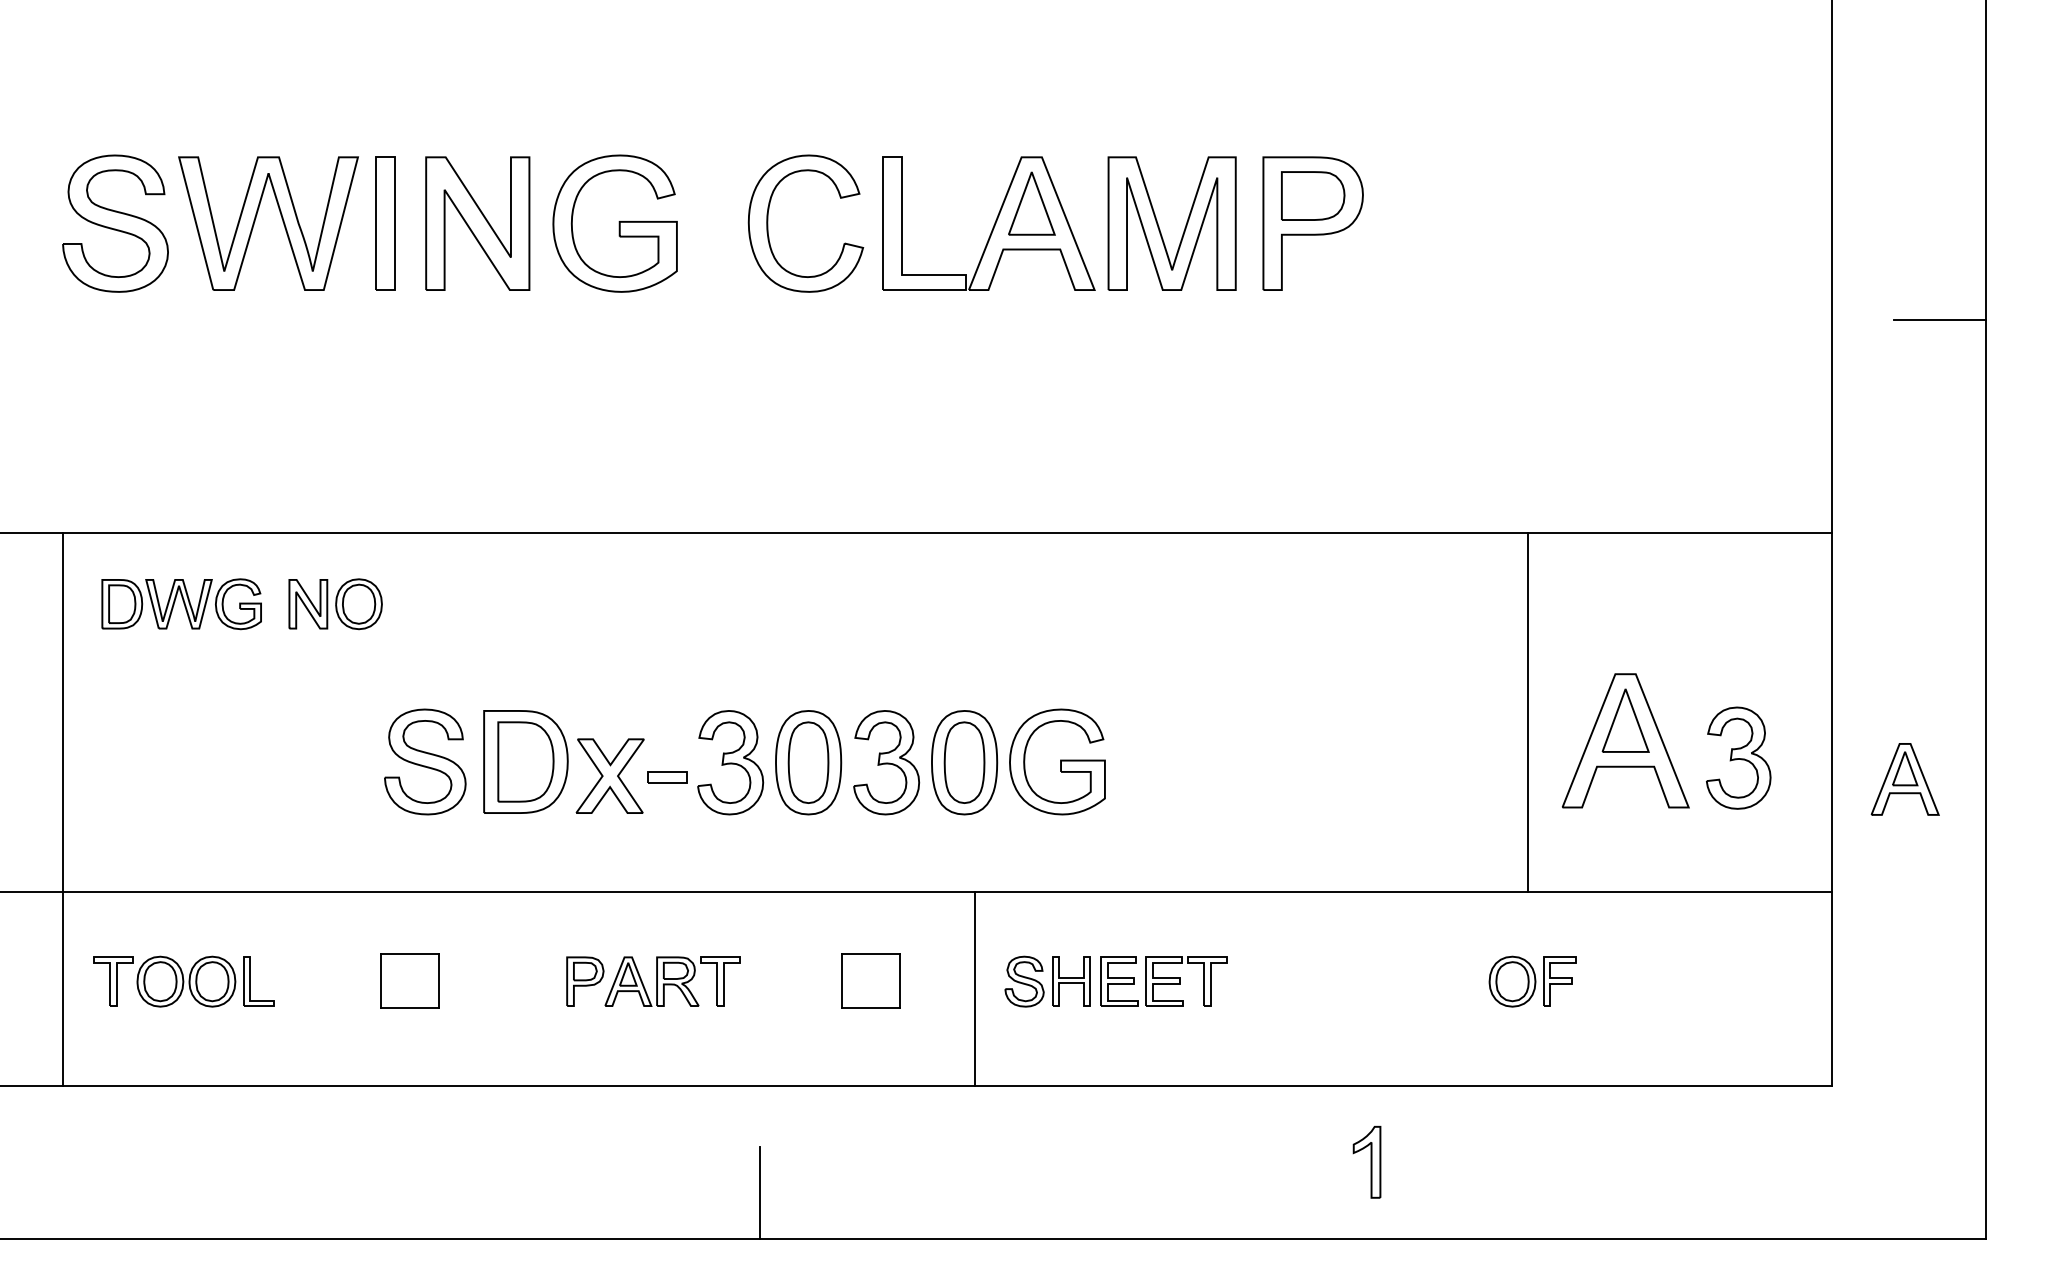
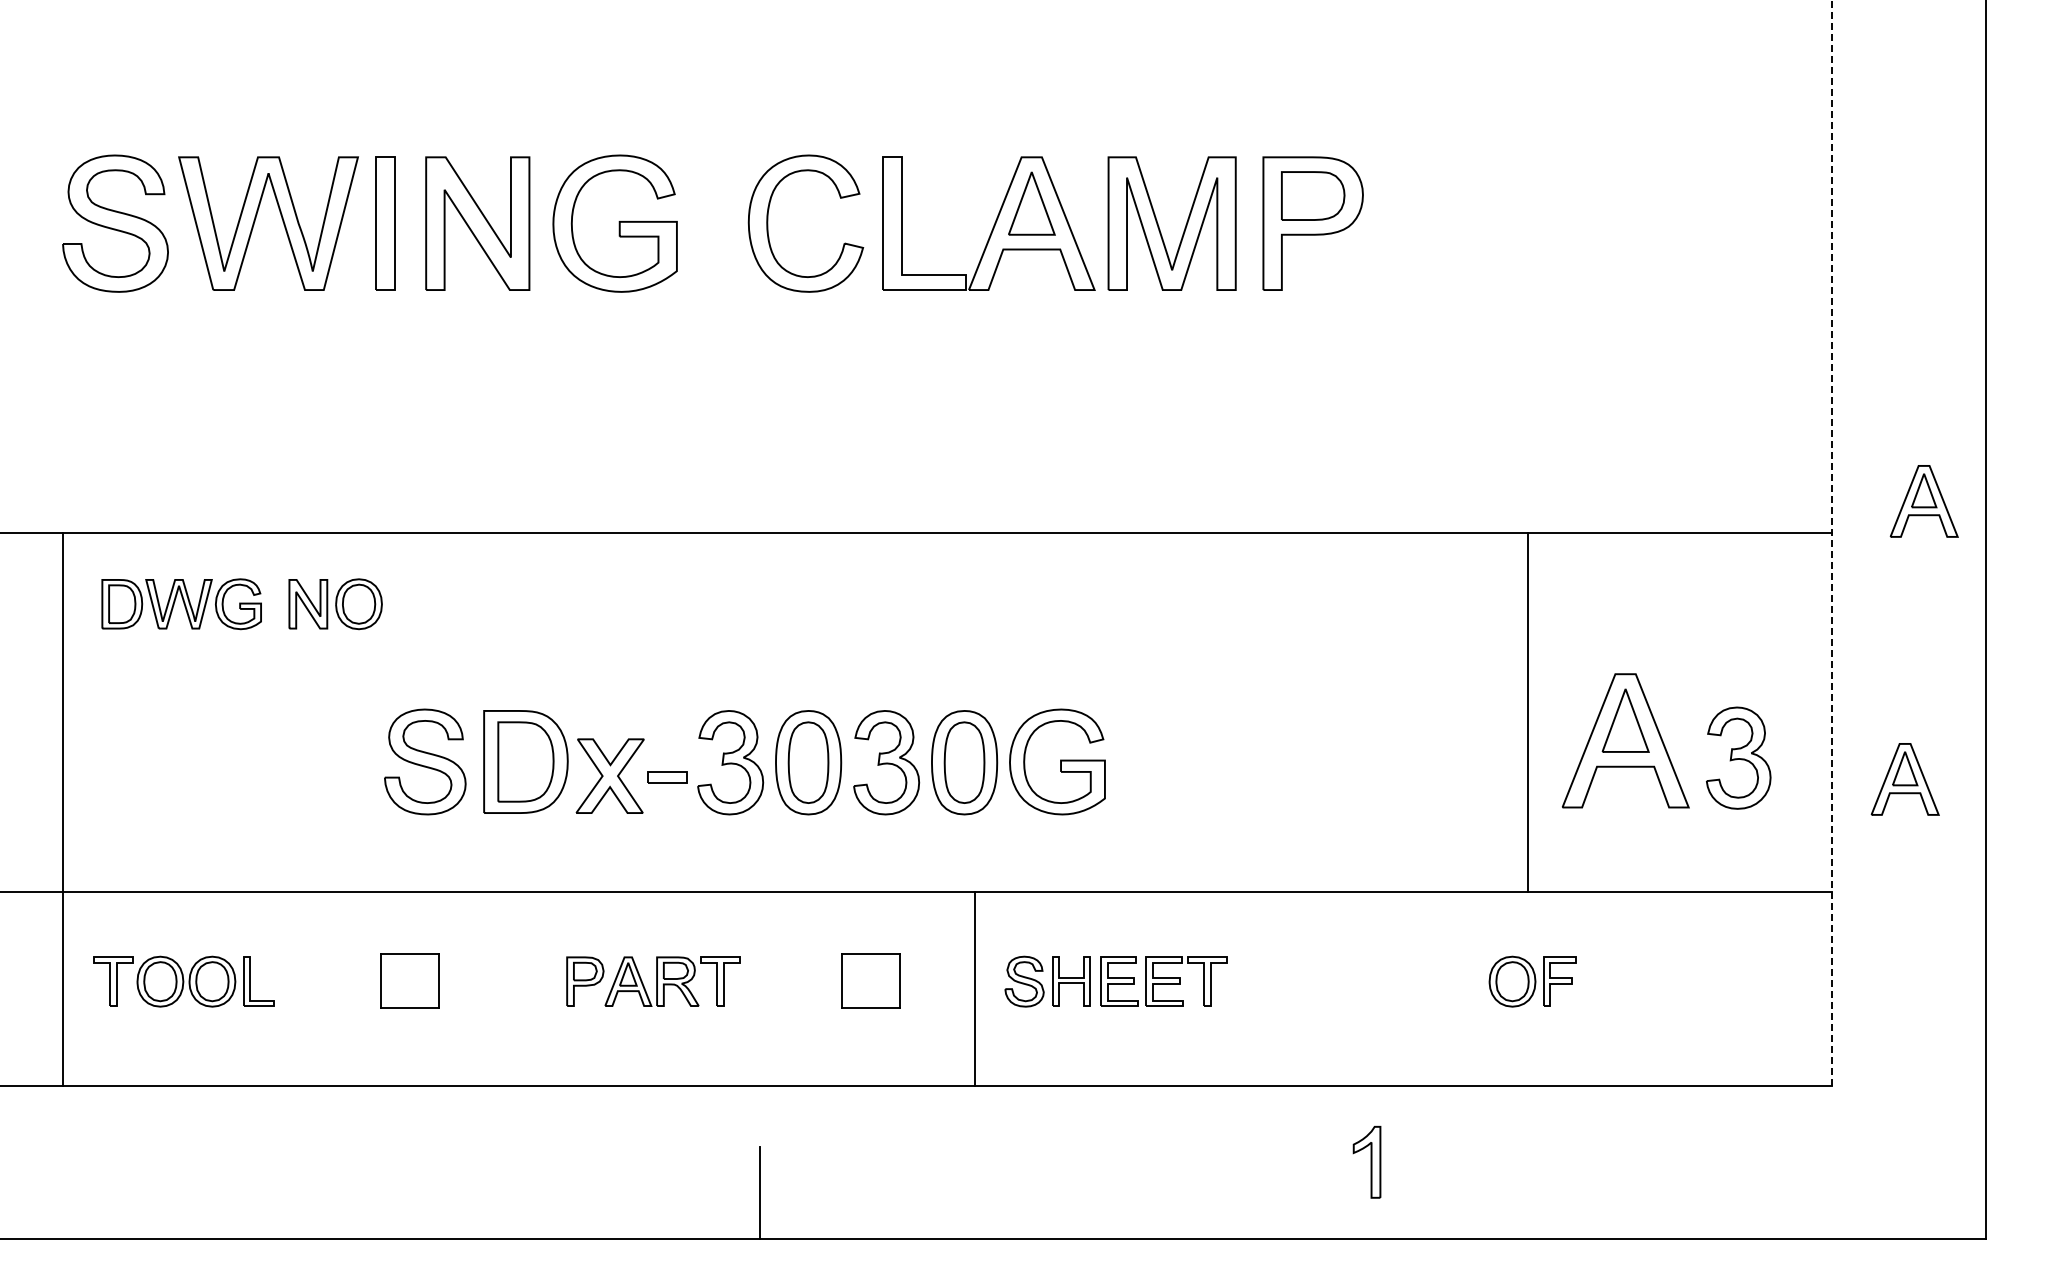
line at (1939, 319): present -> none
part at (1923, 501): none -> present
line at (1832, 543): solid -> dashed
